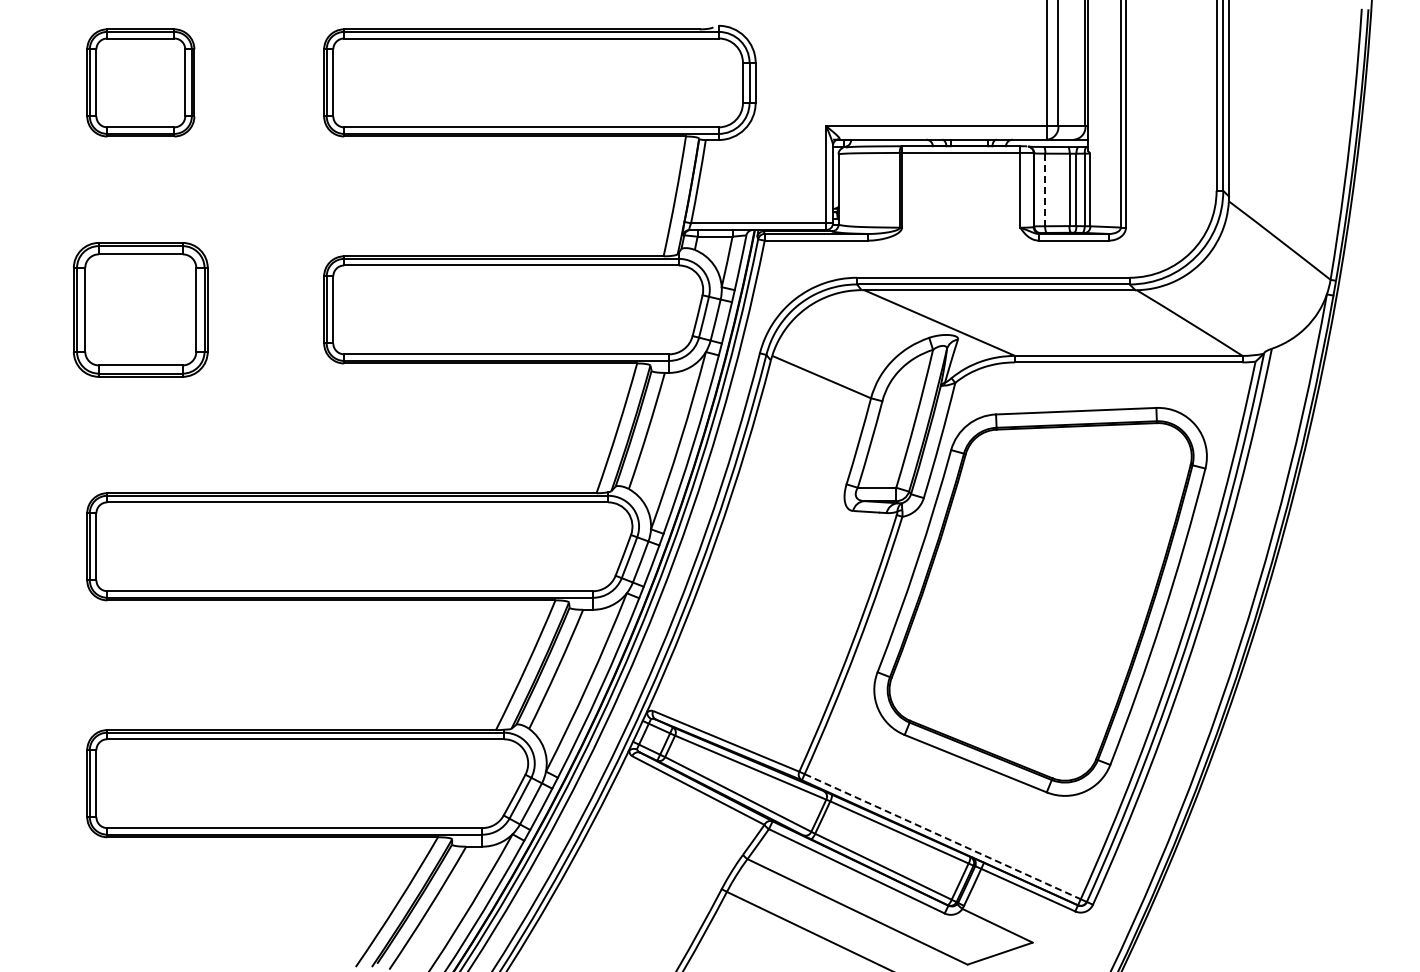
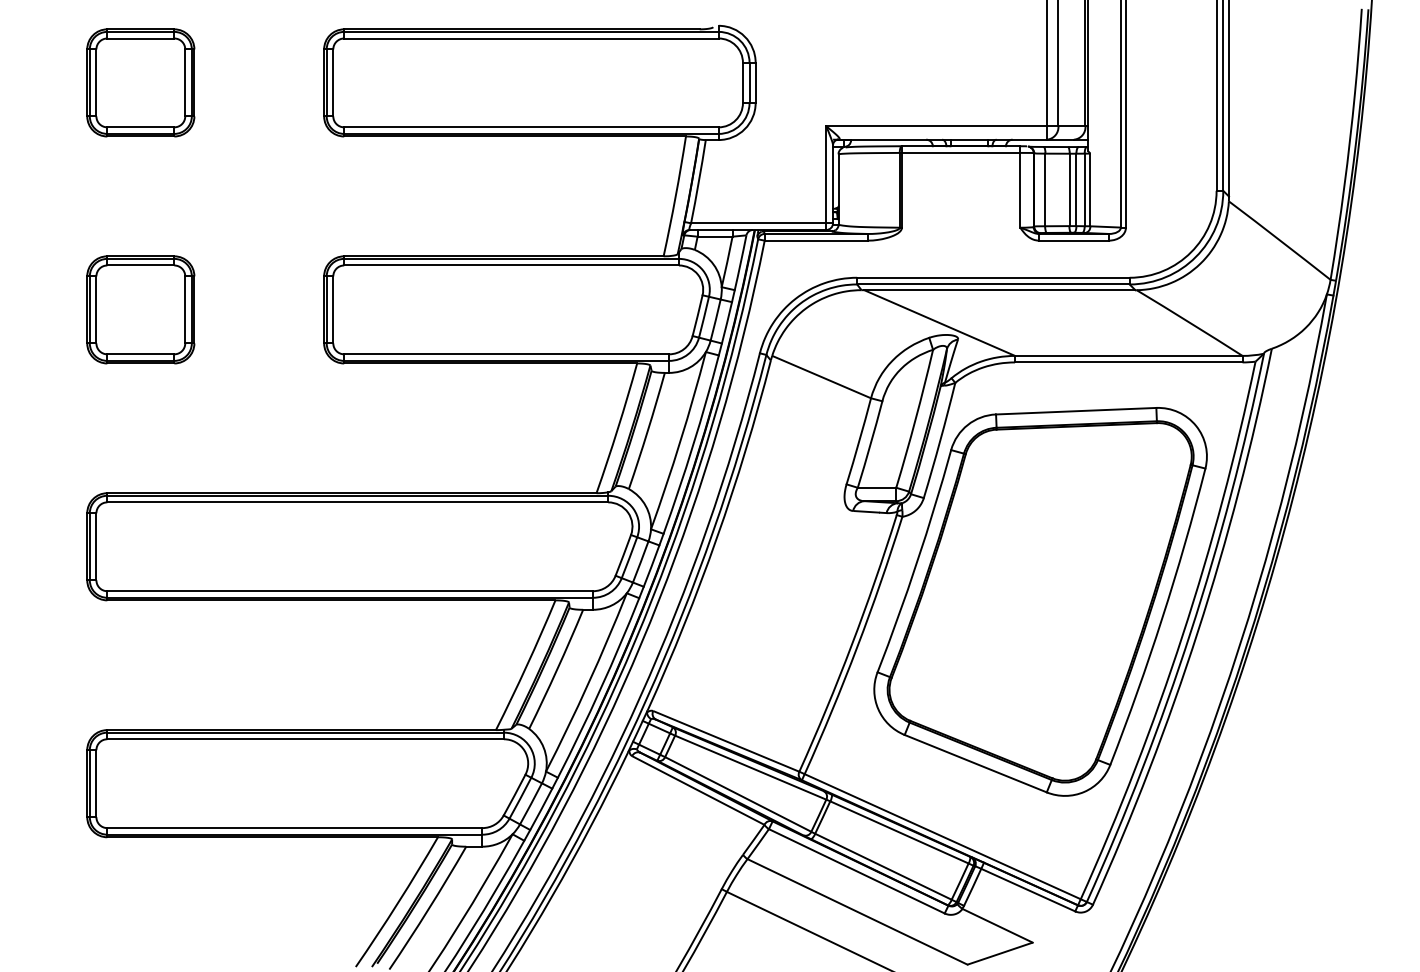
line at (1045, 190): dashed -> solid
part at (140, 309) size: 136x136 px -> 110x110 px
line at (942, 836): dashed -> solid
